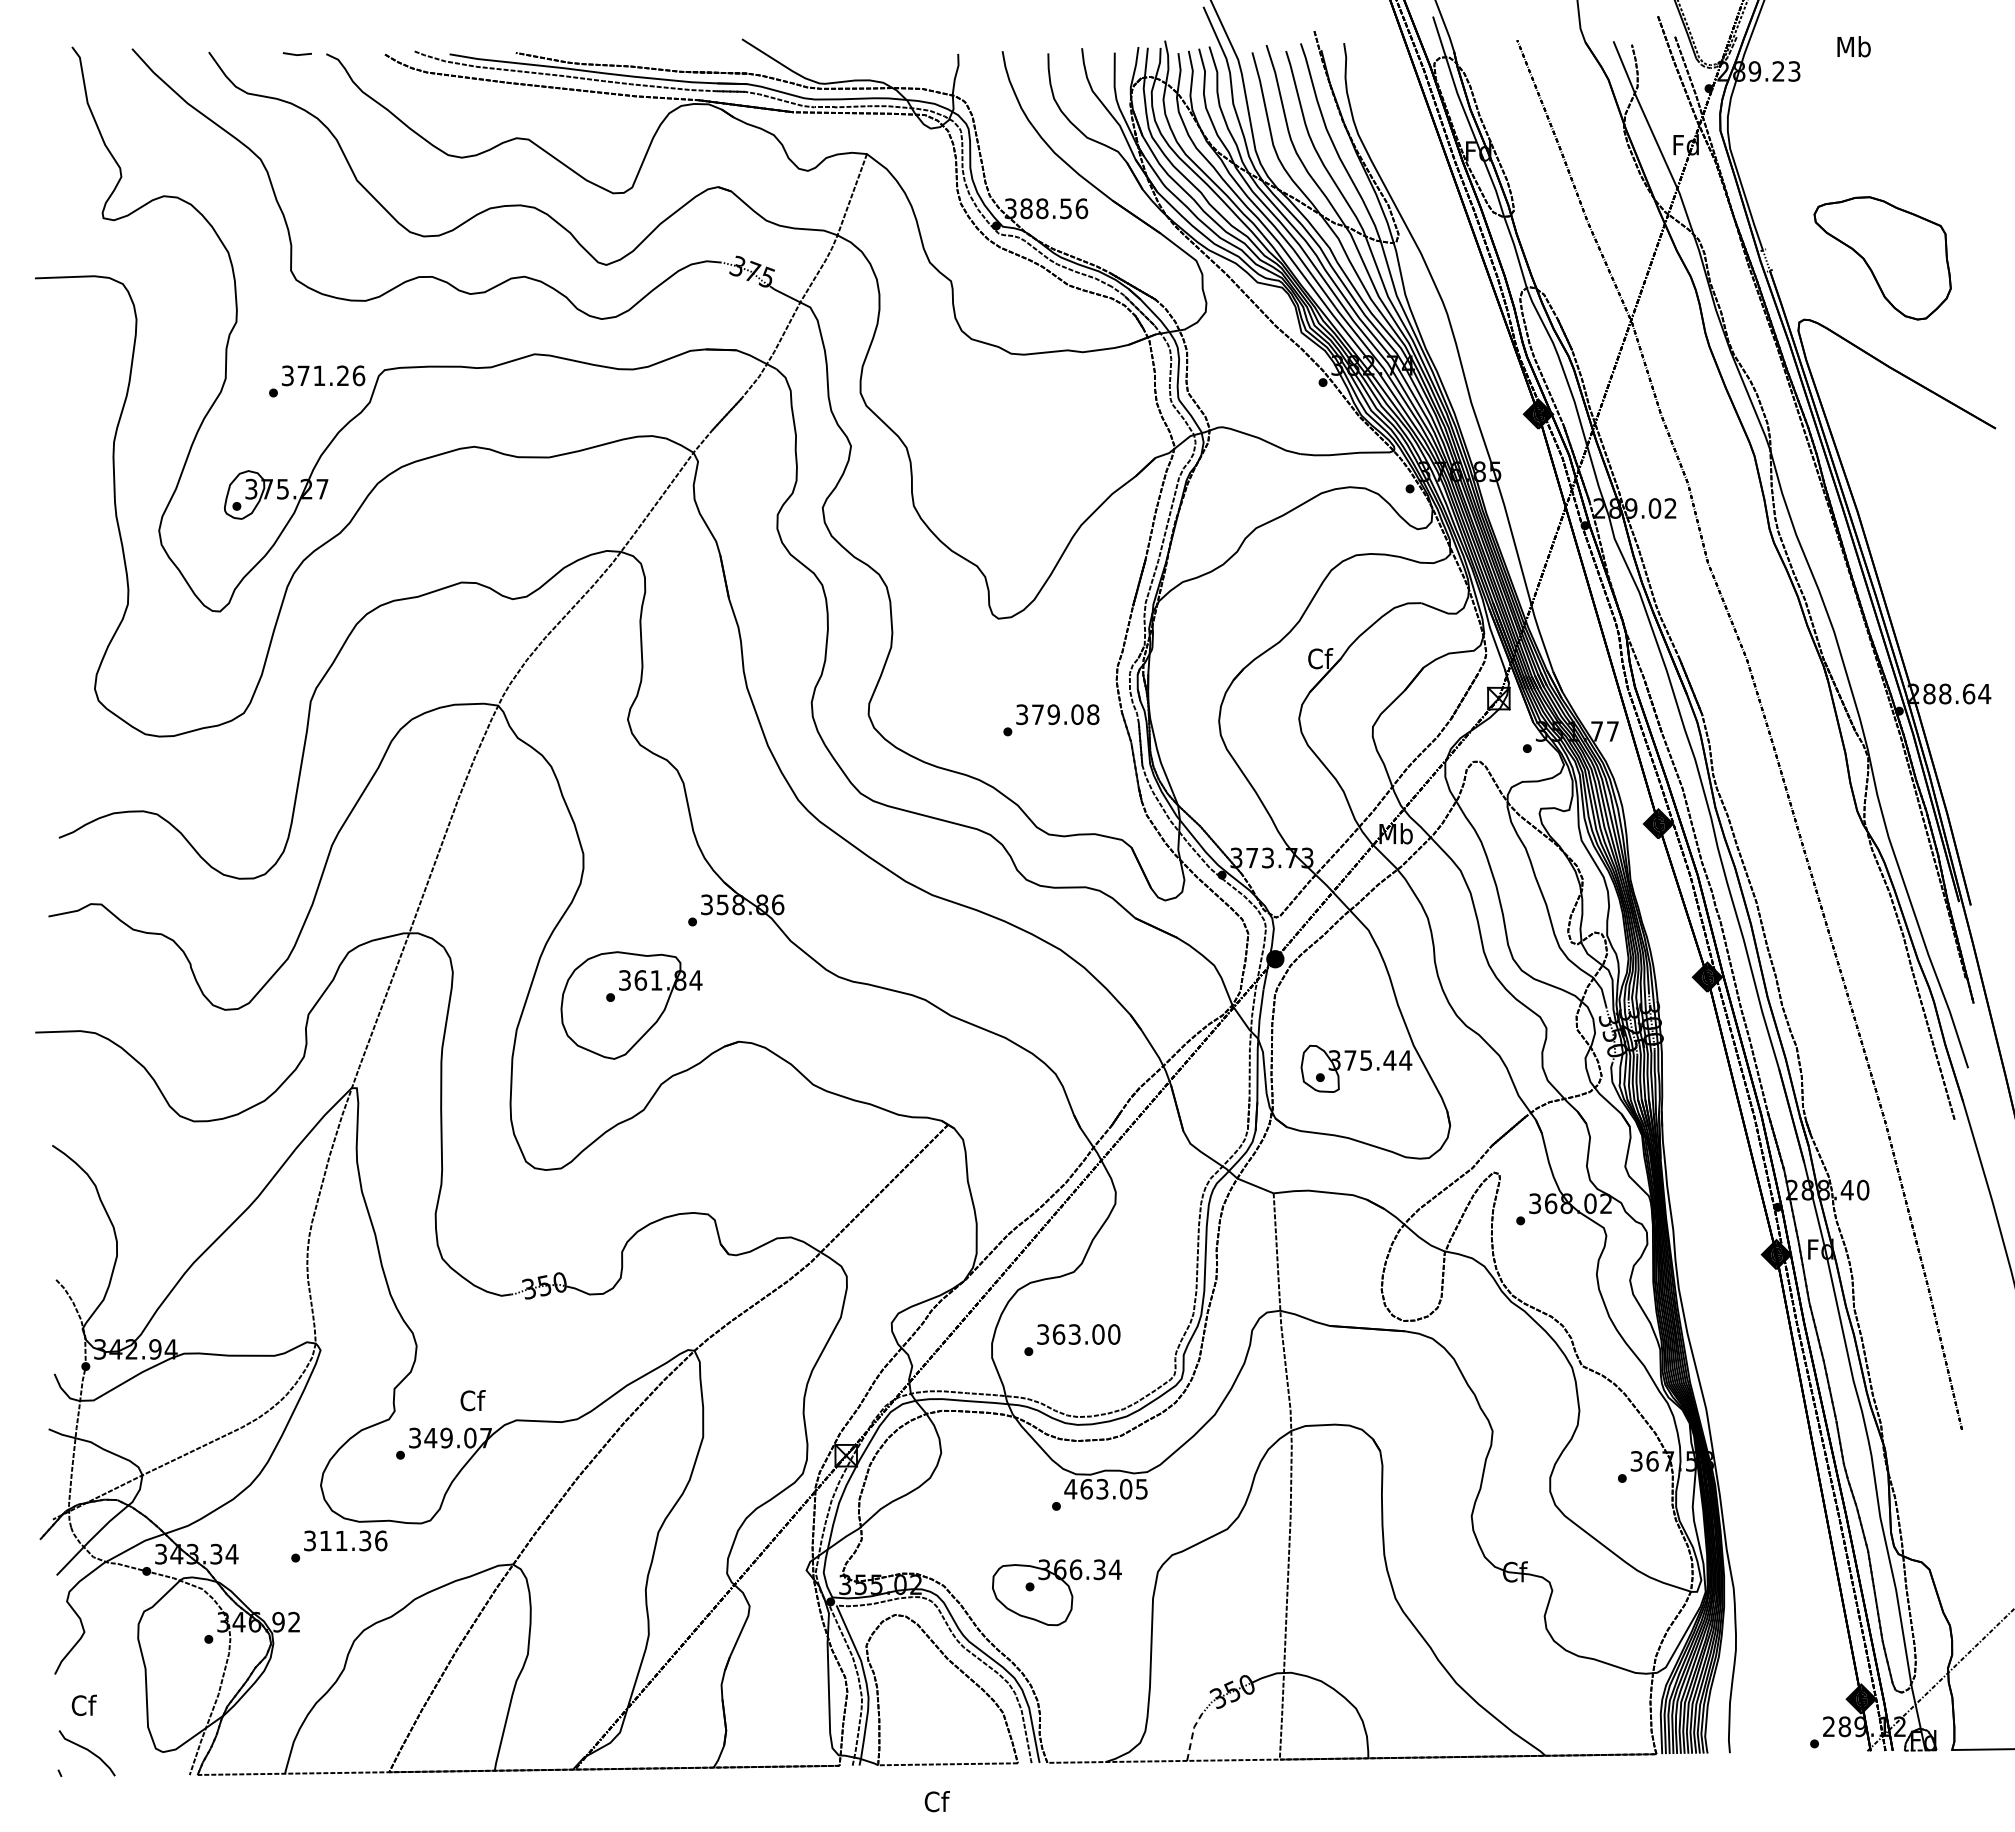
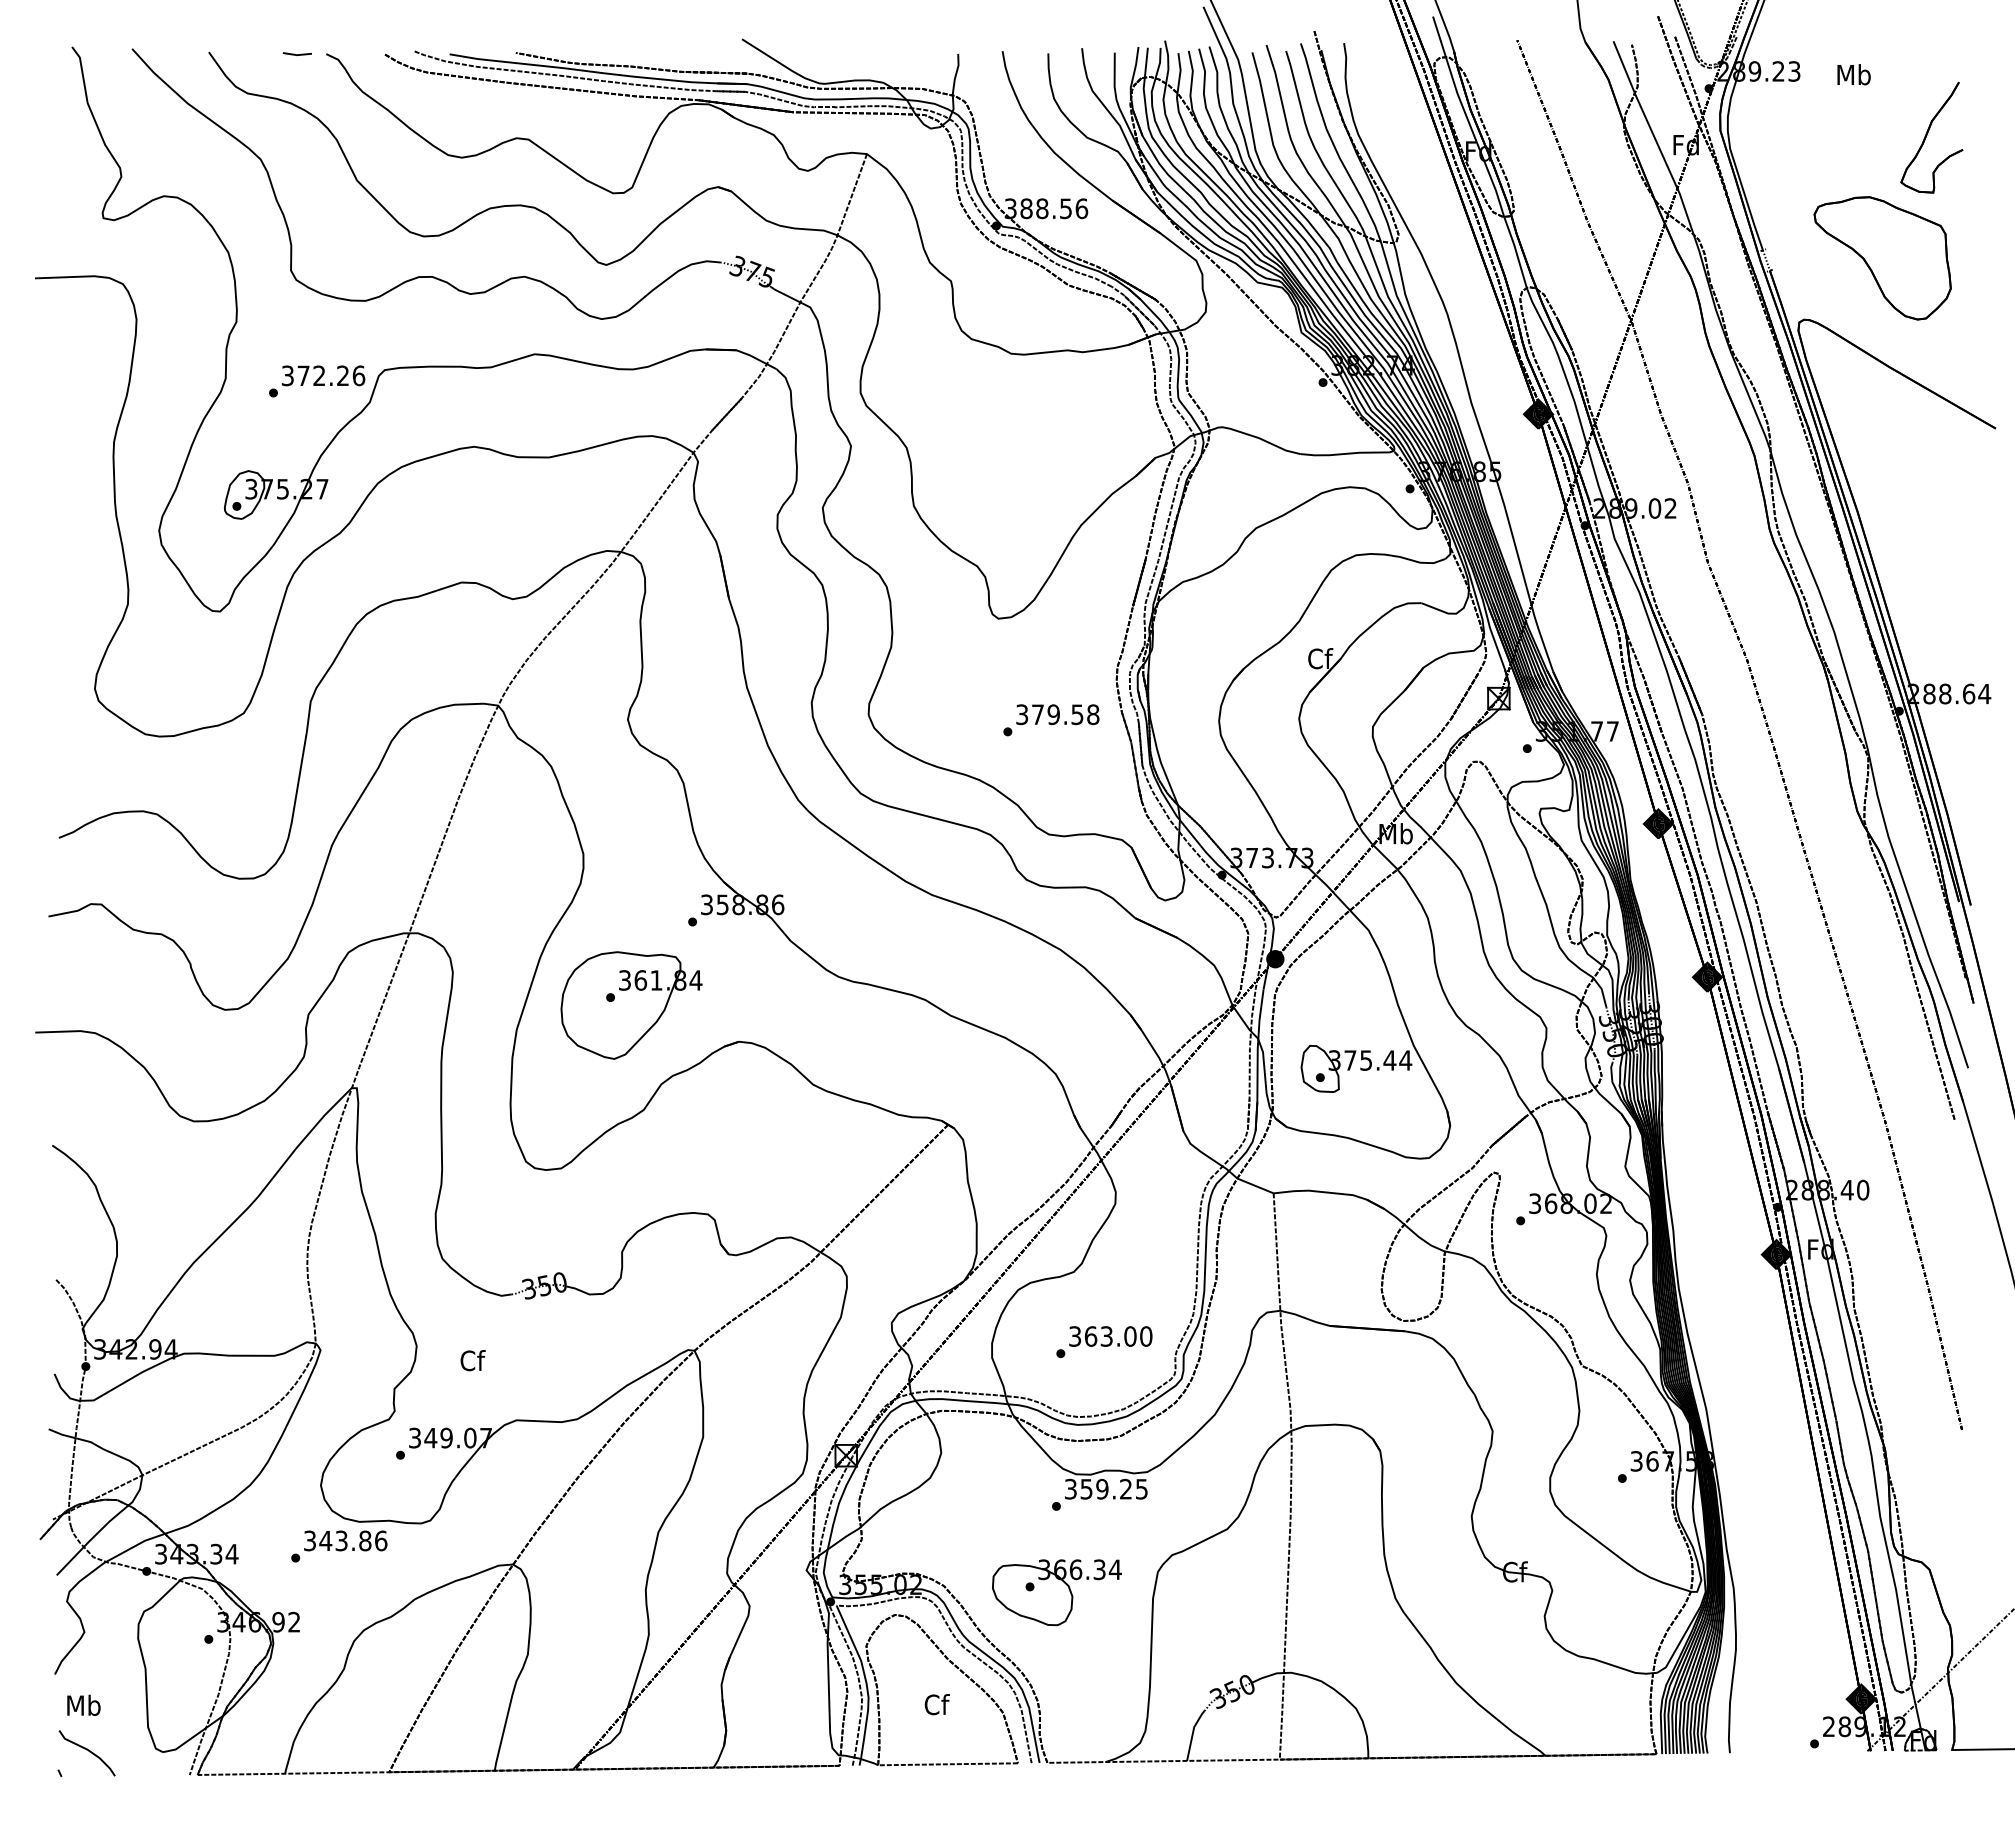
text at (1853, 46) position: (1853, 46) -> (1853, 74)
part at (1931, 137): none -> present
text at (319, 375): 371.26 -> 372.26
text at (1077, 714): 379.08 -> 379.58
text at (1072, 1339) position: (1072, 1339) -> (1104, 1341)
text at (472, 1400) position: (472, 1400) -> (472, 1360)
text at (1098, 1488): 463.05 -> 359.25
text at (345, 1540): 311.36 -> 343.86
text at (83, 1704): Cf -> Mb
line at (1192, 1733): dashed -> solid
text at (936, 1801) position: (936, 1801) -> (936, 1704)
